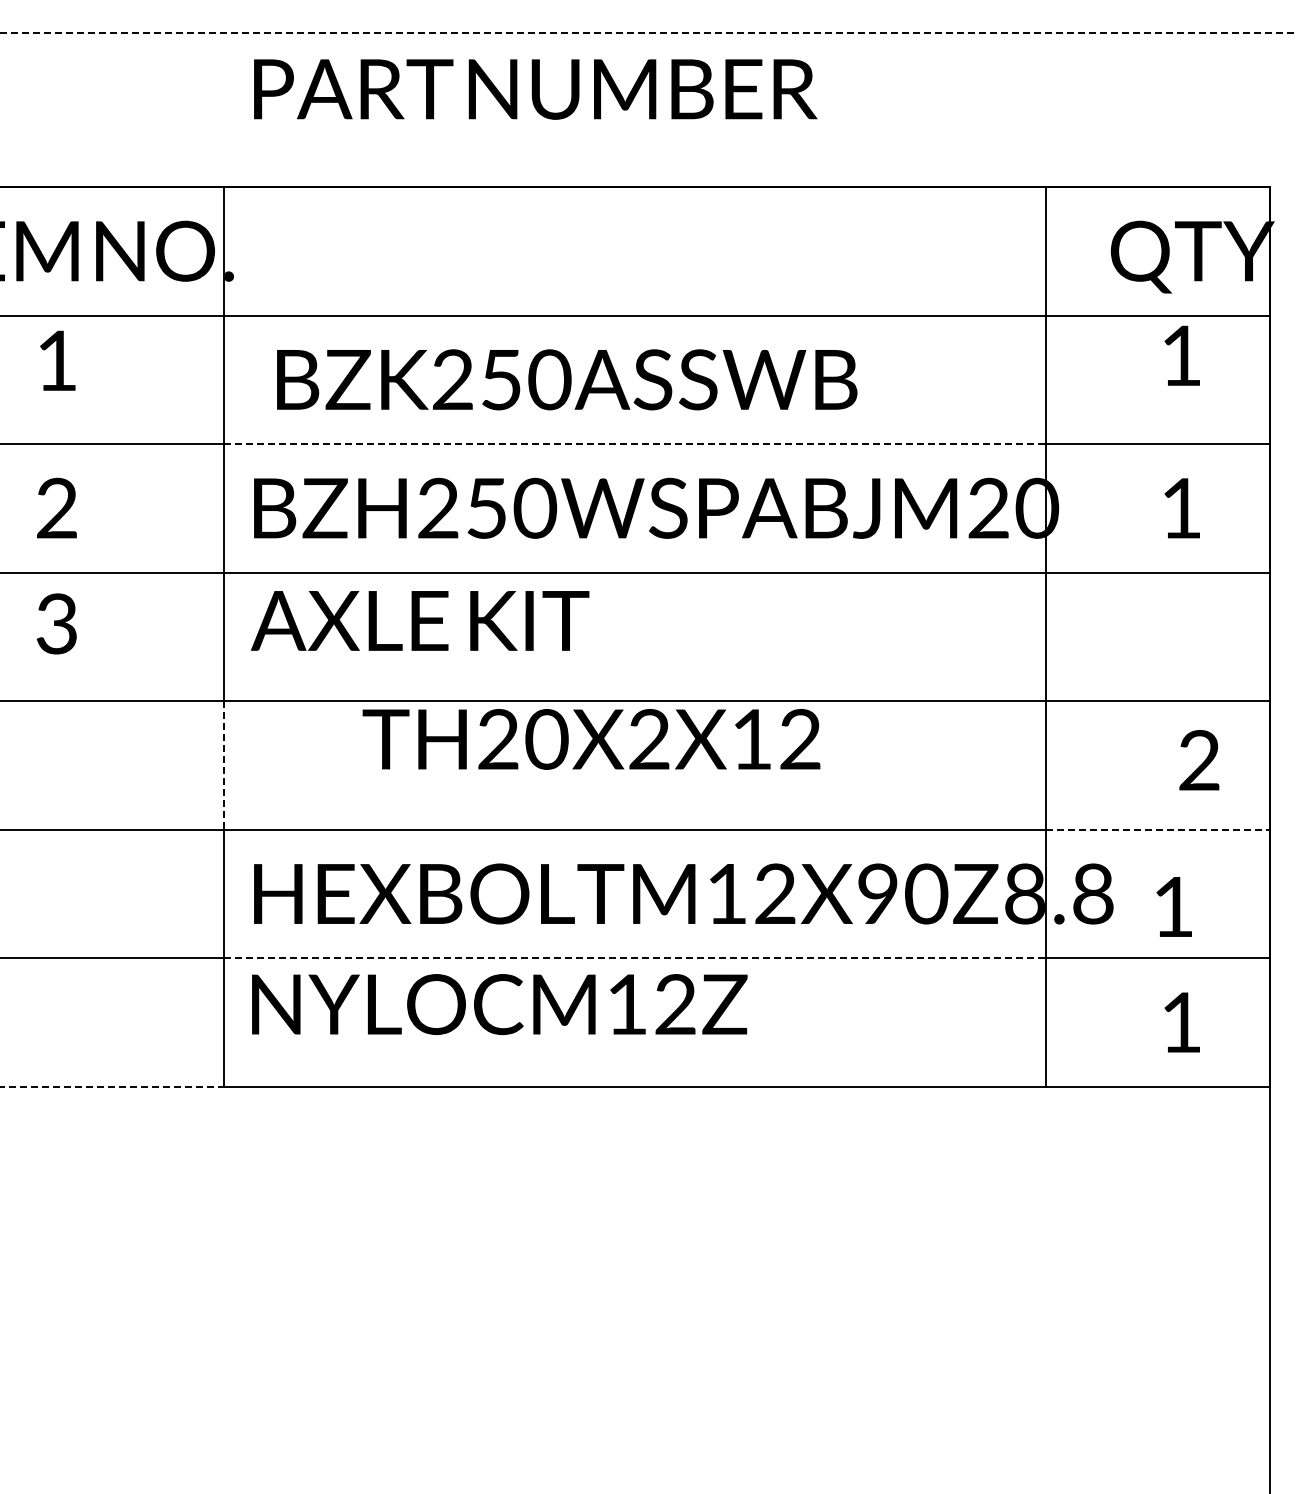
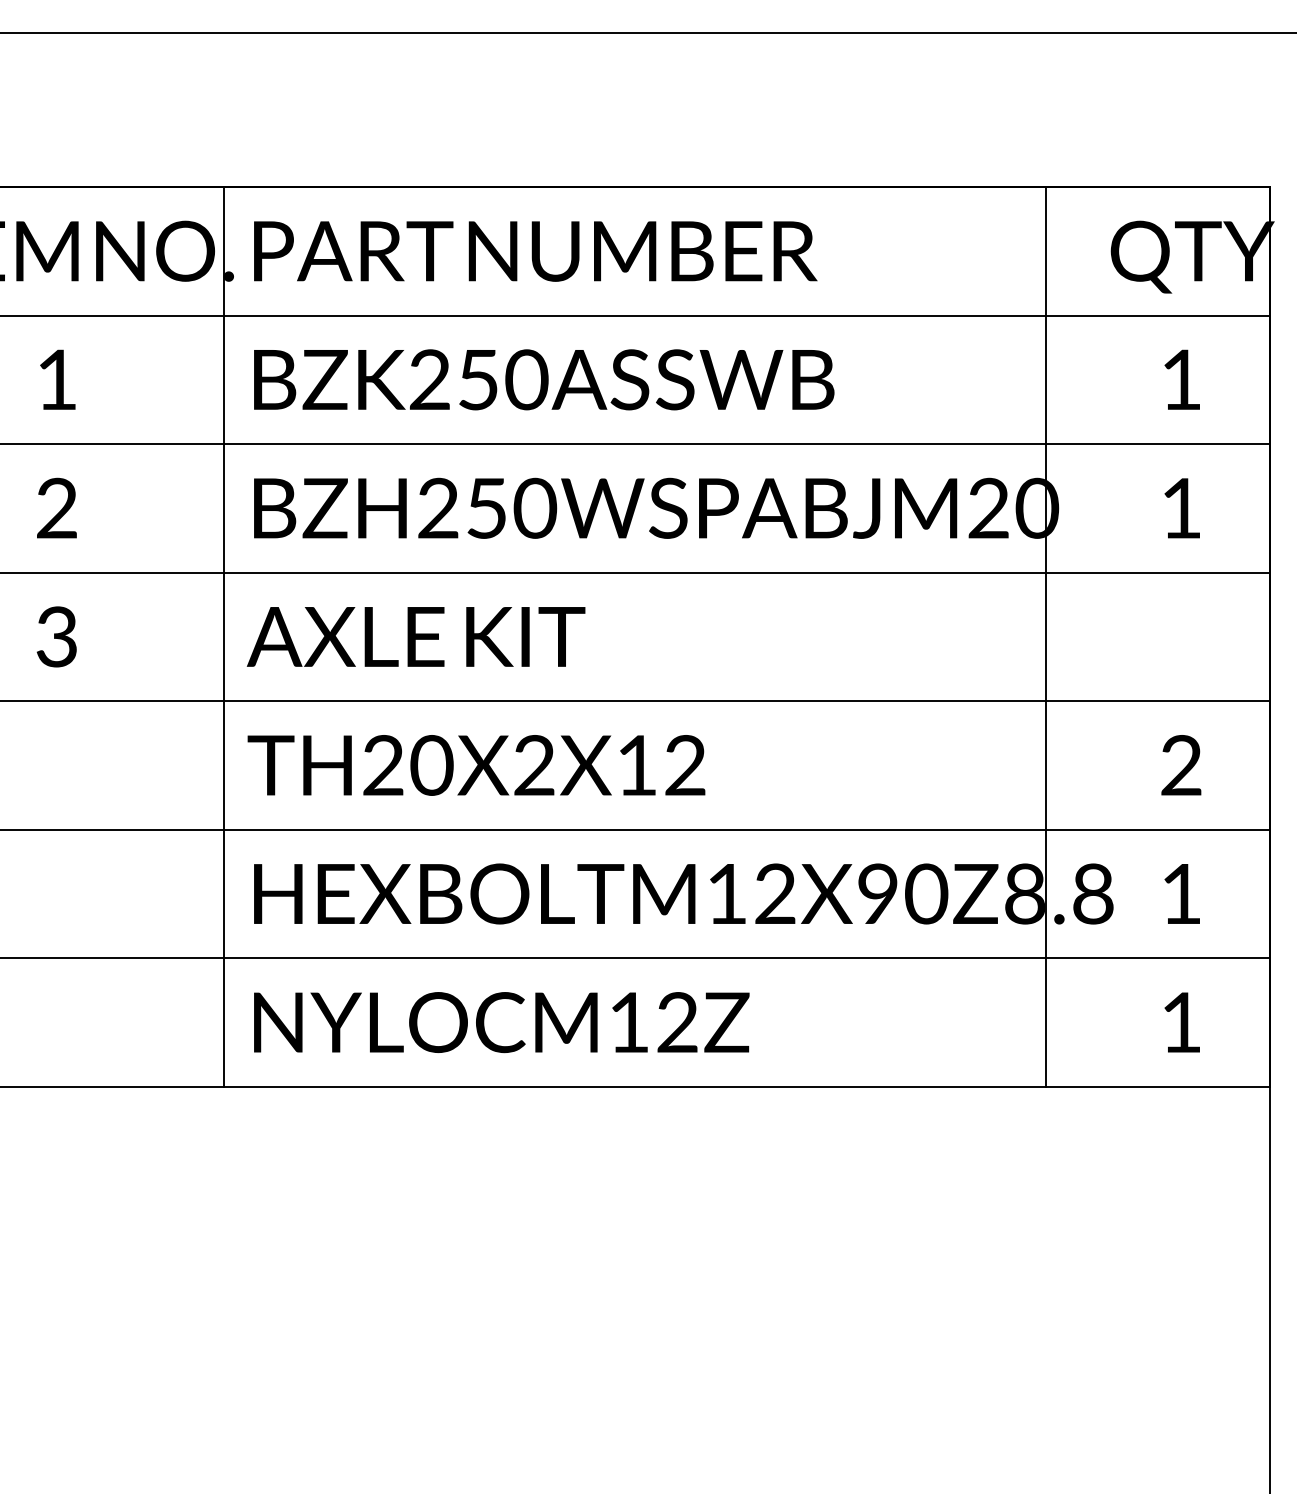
line at (648, 33): dashed -> solid
text at (535, 89) position: (535, 89) -> (535, 251)
text at (1181, 355) position: (1181, 355) -> (1181, 379)
text at (57, 360) position: (57, 360) -> (57, 379)
text at (567, 379) position: (567, 379) -> (544, 379)
line at (635, 444): dashed -> solid
text at (419, 620) position: (419, 620) -> (415, 636)
text at (56, 623) position: (56, 623) -> (56, 636)
text at (591, 739) position: (591, 739) -> (476, 765)
text at (1199, 760) position: (1199, 760) -> (1181, 765)
line at (223, 765): dashed -> solid
line at (1158, 829): dashed -> solid
text at (1173, 906) position: (1173, 906) -> (1181, 893)
line at (635, 958): dashed -> solid
text at (499, 1004) position: (499, 1004) -> (501, 1022)
line at (112, 1086): dashed -> solid
